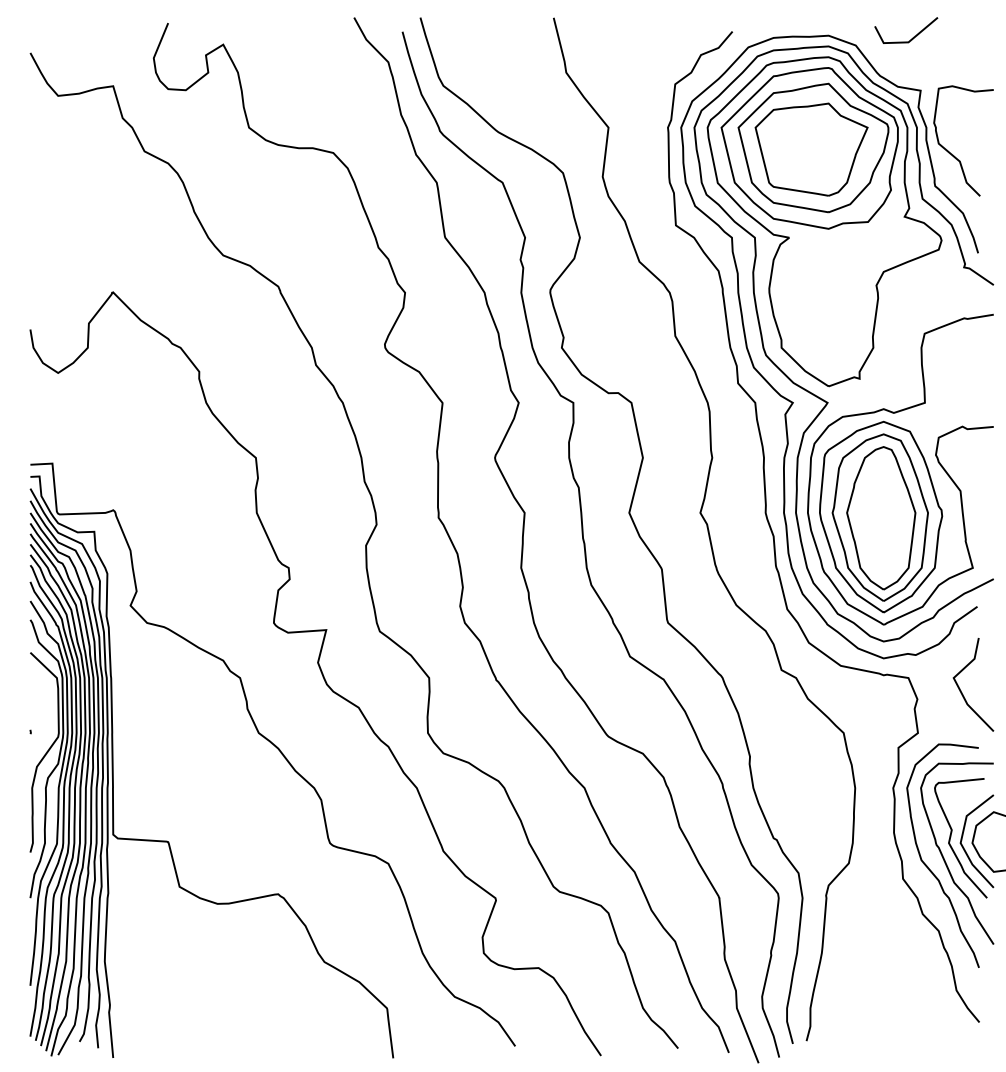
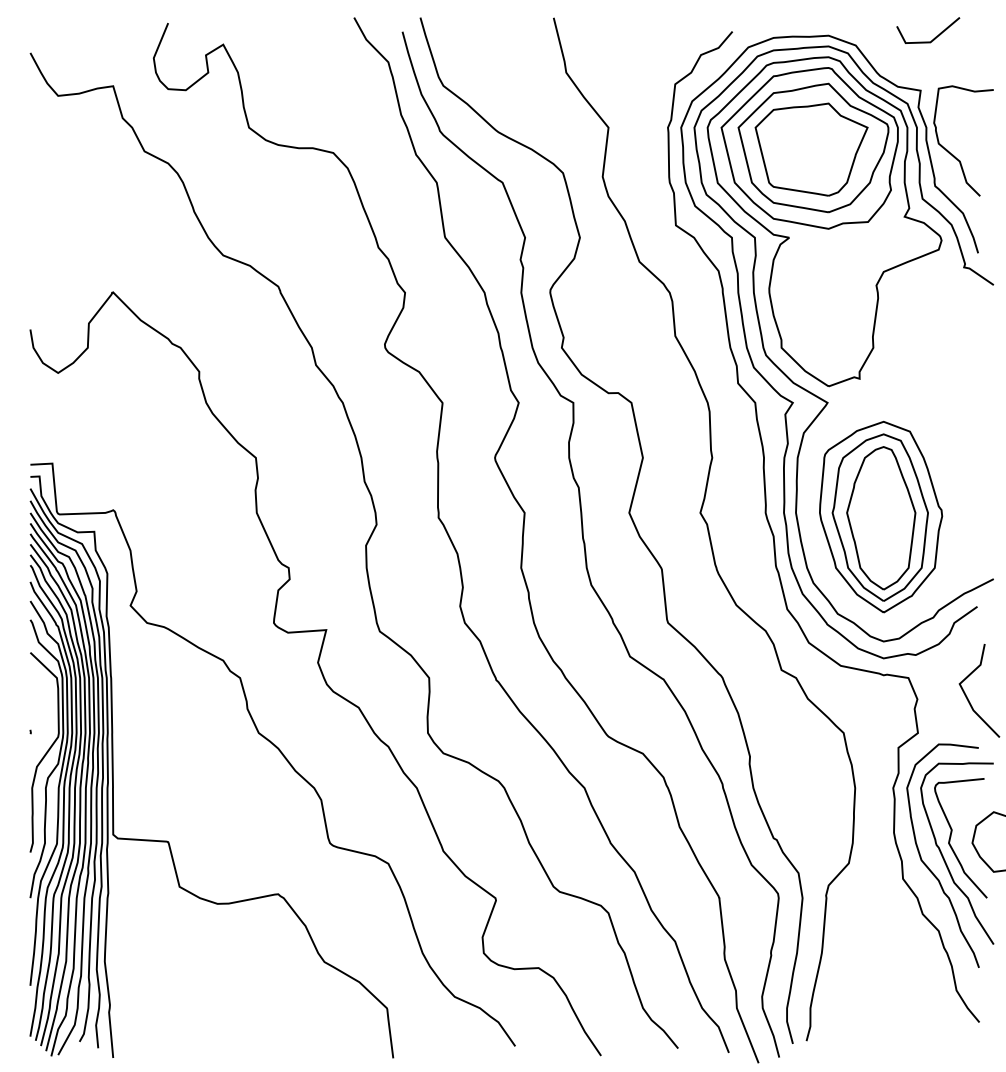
line at (913, 36) position: (913, 36) -> (935, 36)
curve at (935, 456): present -> none
line at (961, 690) position: (961, 690) -> (967, 696)
line at (964, 847): present -> none
